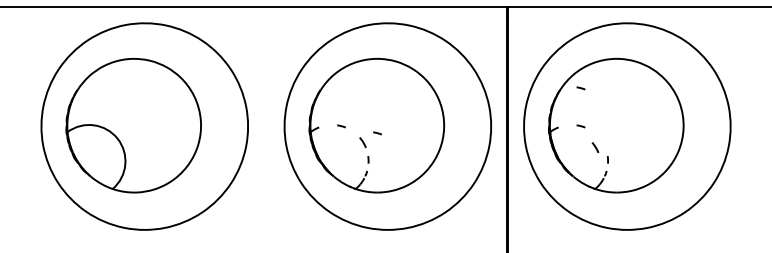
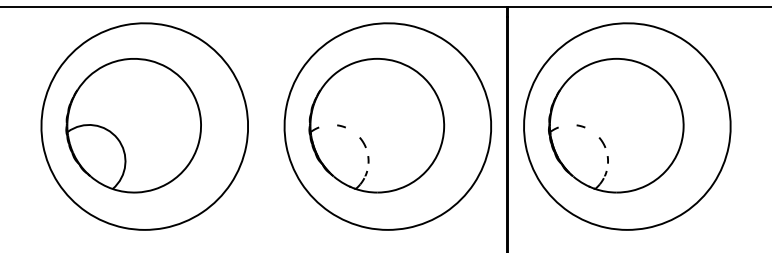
curve at (580, 88): present -> none
curve at (377, 133): present -> none
curve at (595, 147) position: (595, 147) -> (602, 142)
